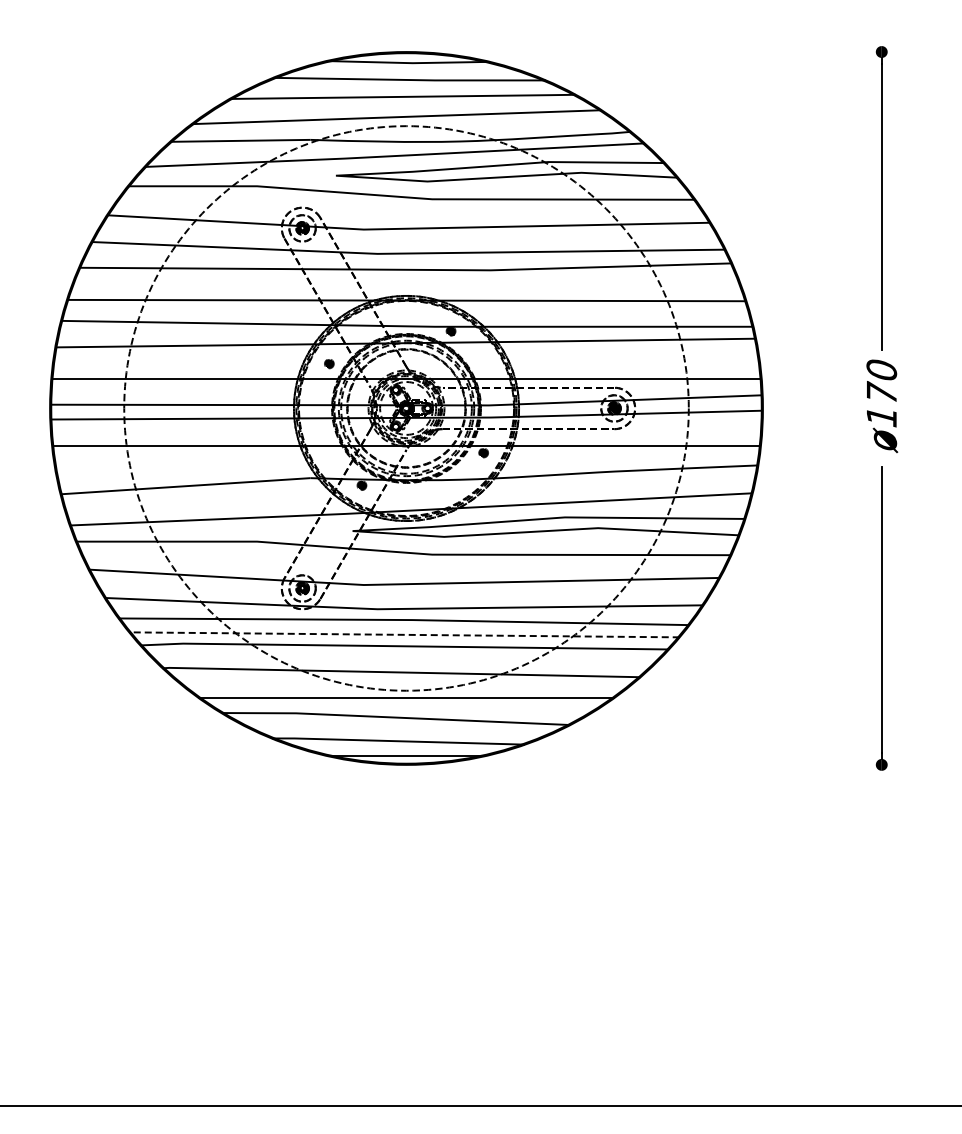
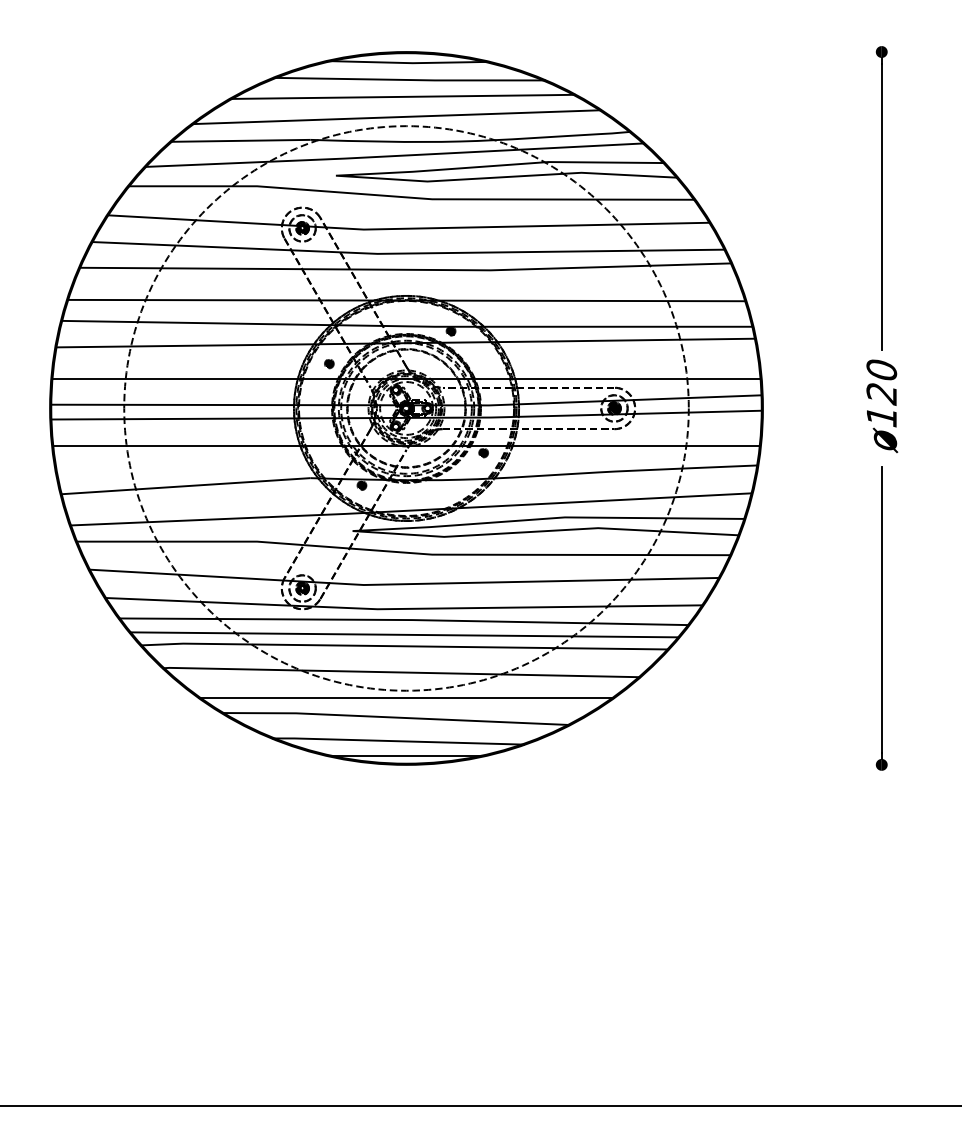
text at (881, 393): ø170 -> ø120
line at (403, 634): dashed -> solid
